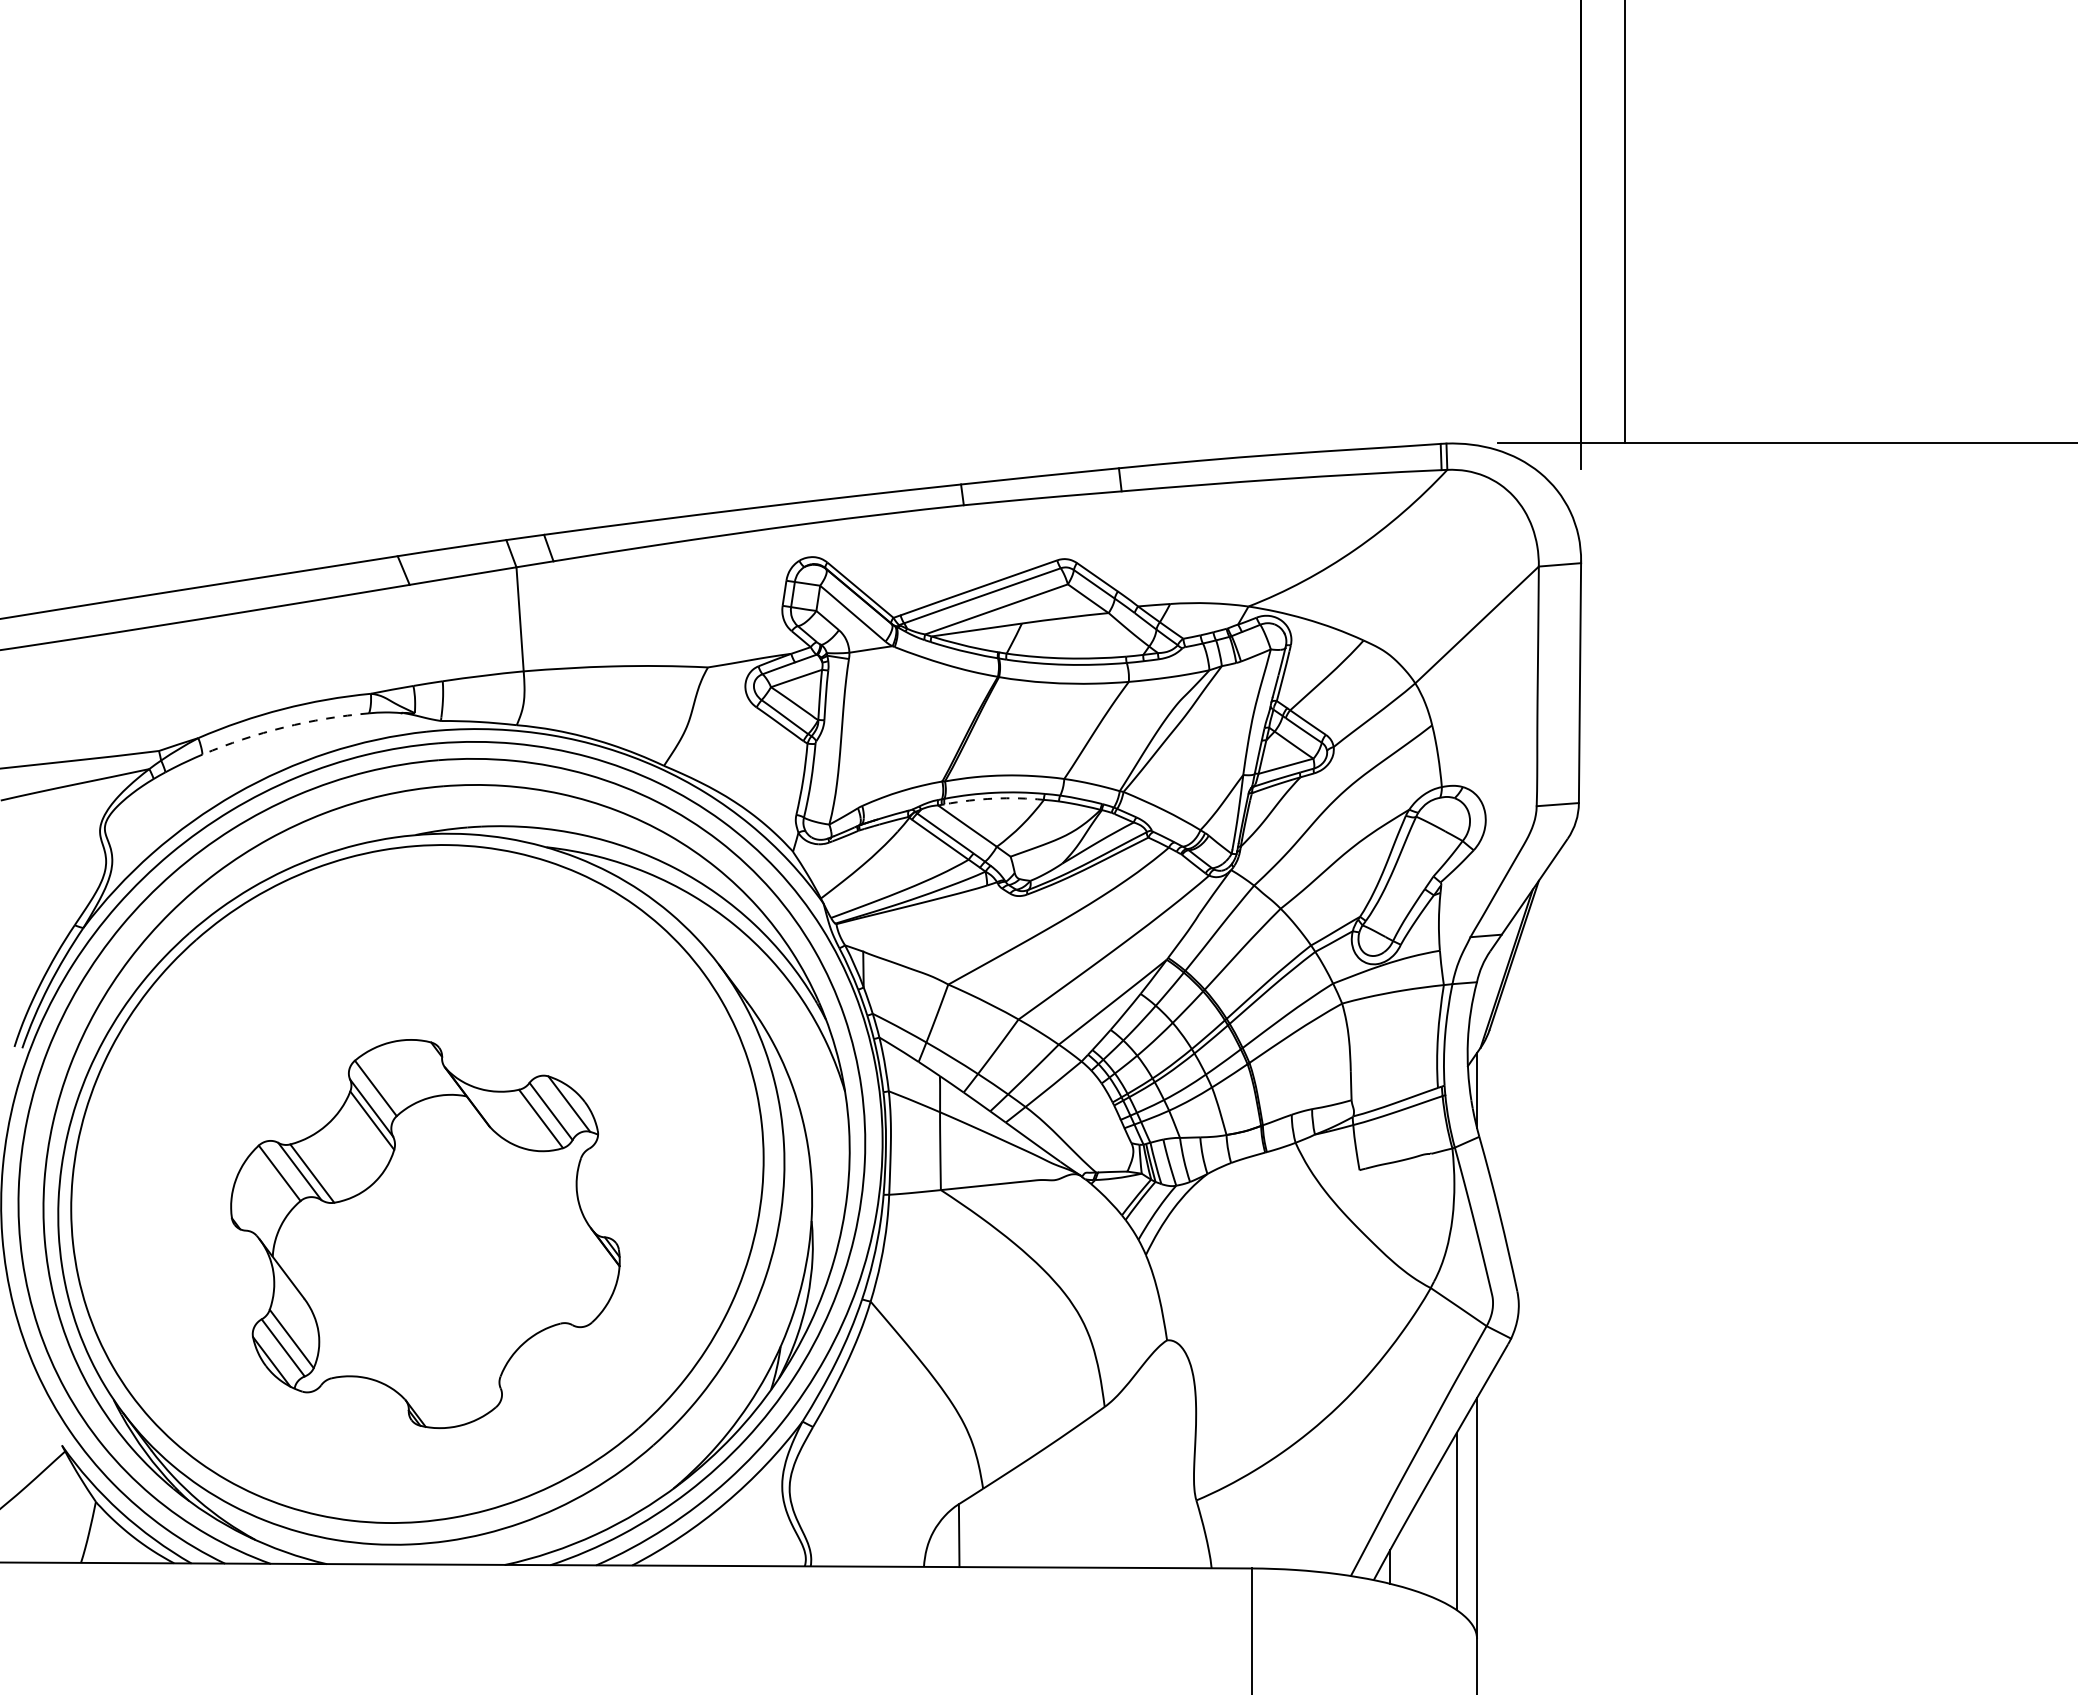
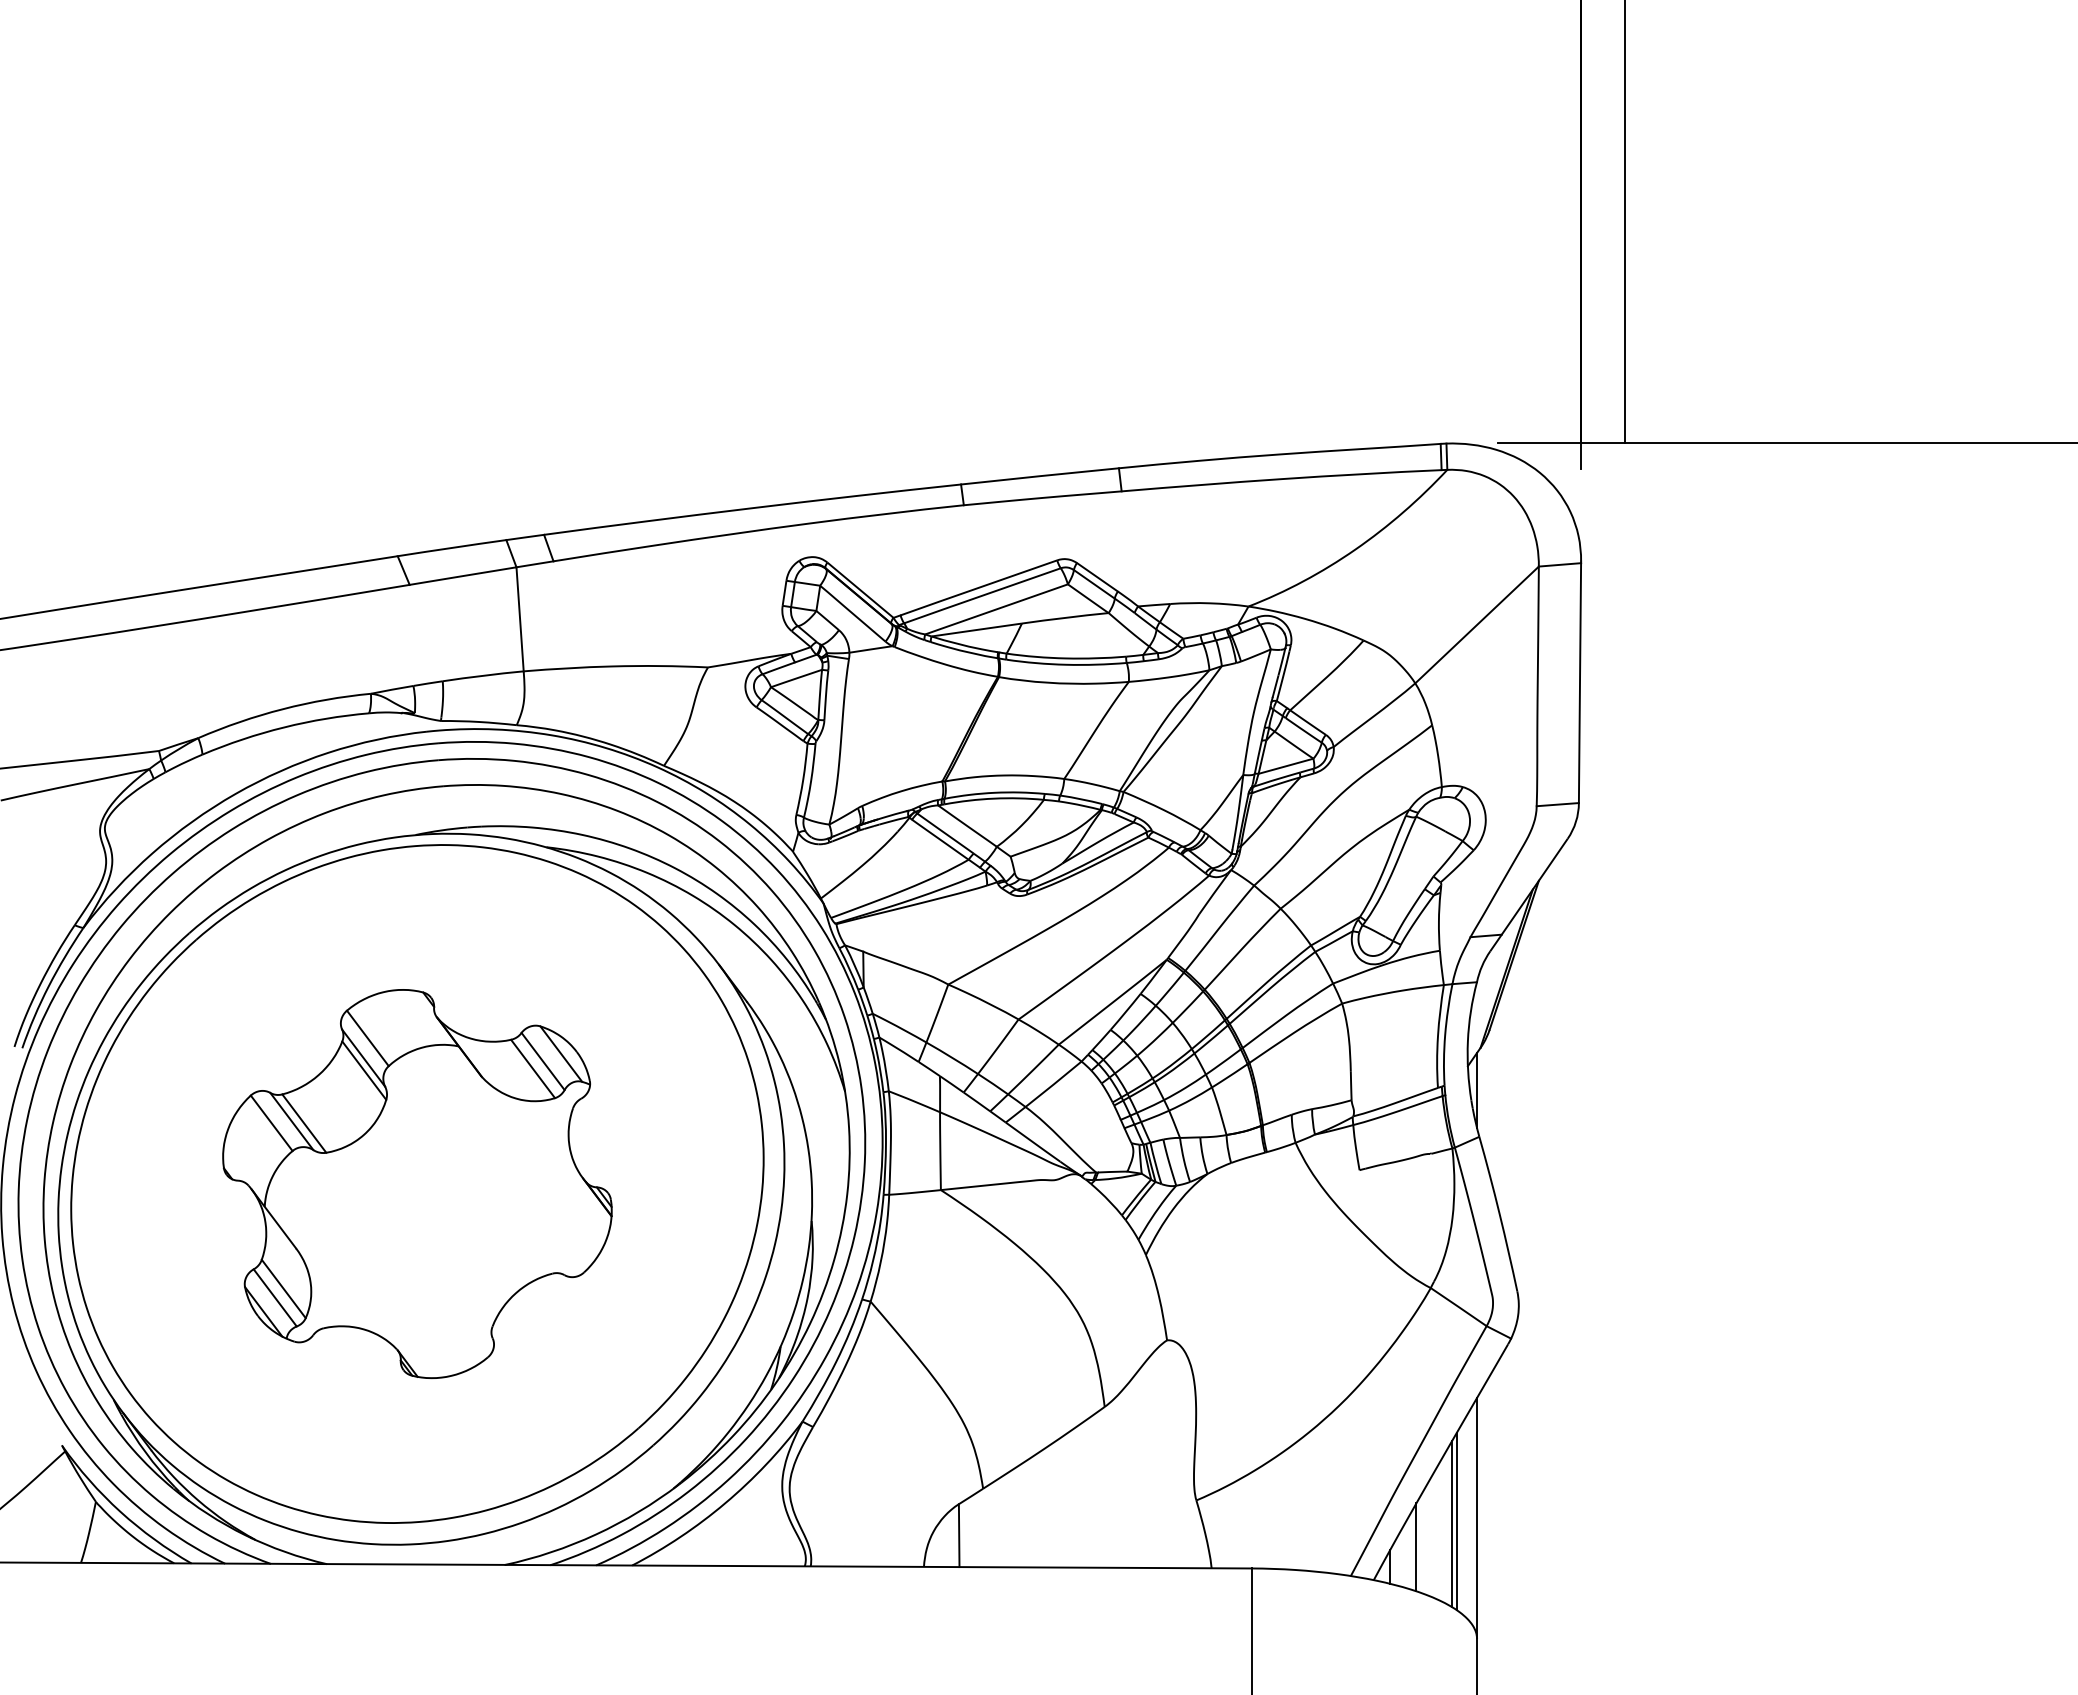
arc at (284, 727): dashed -> solid
arc at (994, 798): dashed -> solid
part at (425, 1233) position: (425, 1233) -> (417, 1183)
line at (1451, 1524): none -> present
line at (1416, 1547): none -> present
